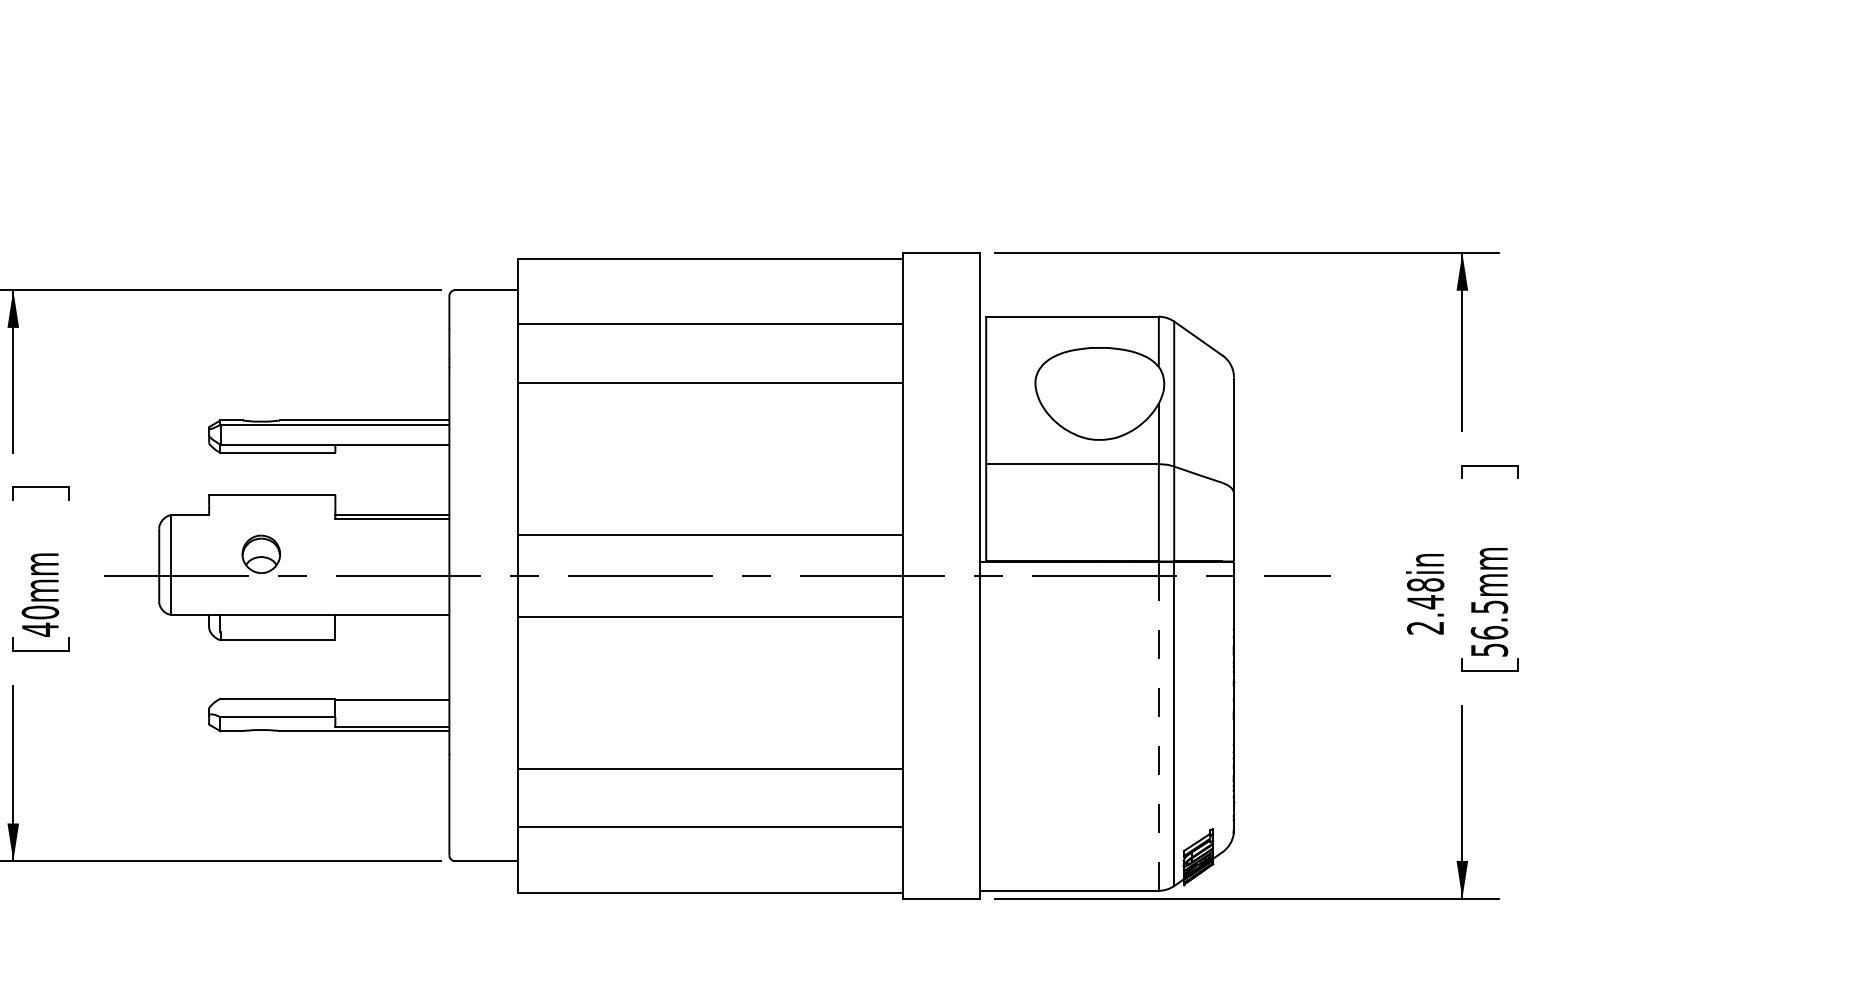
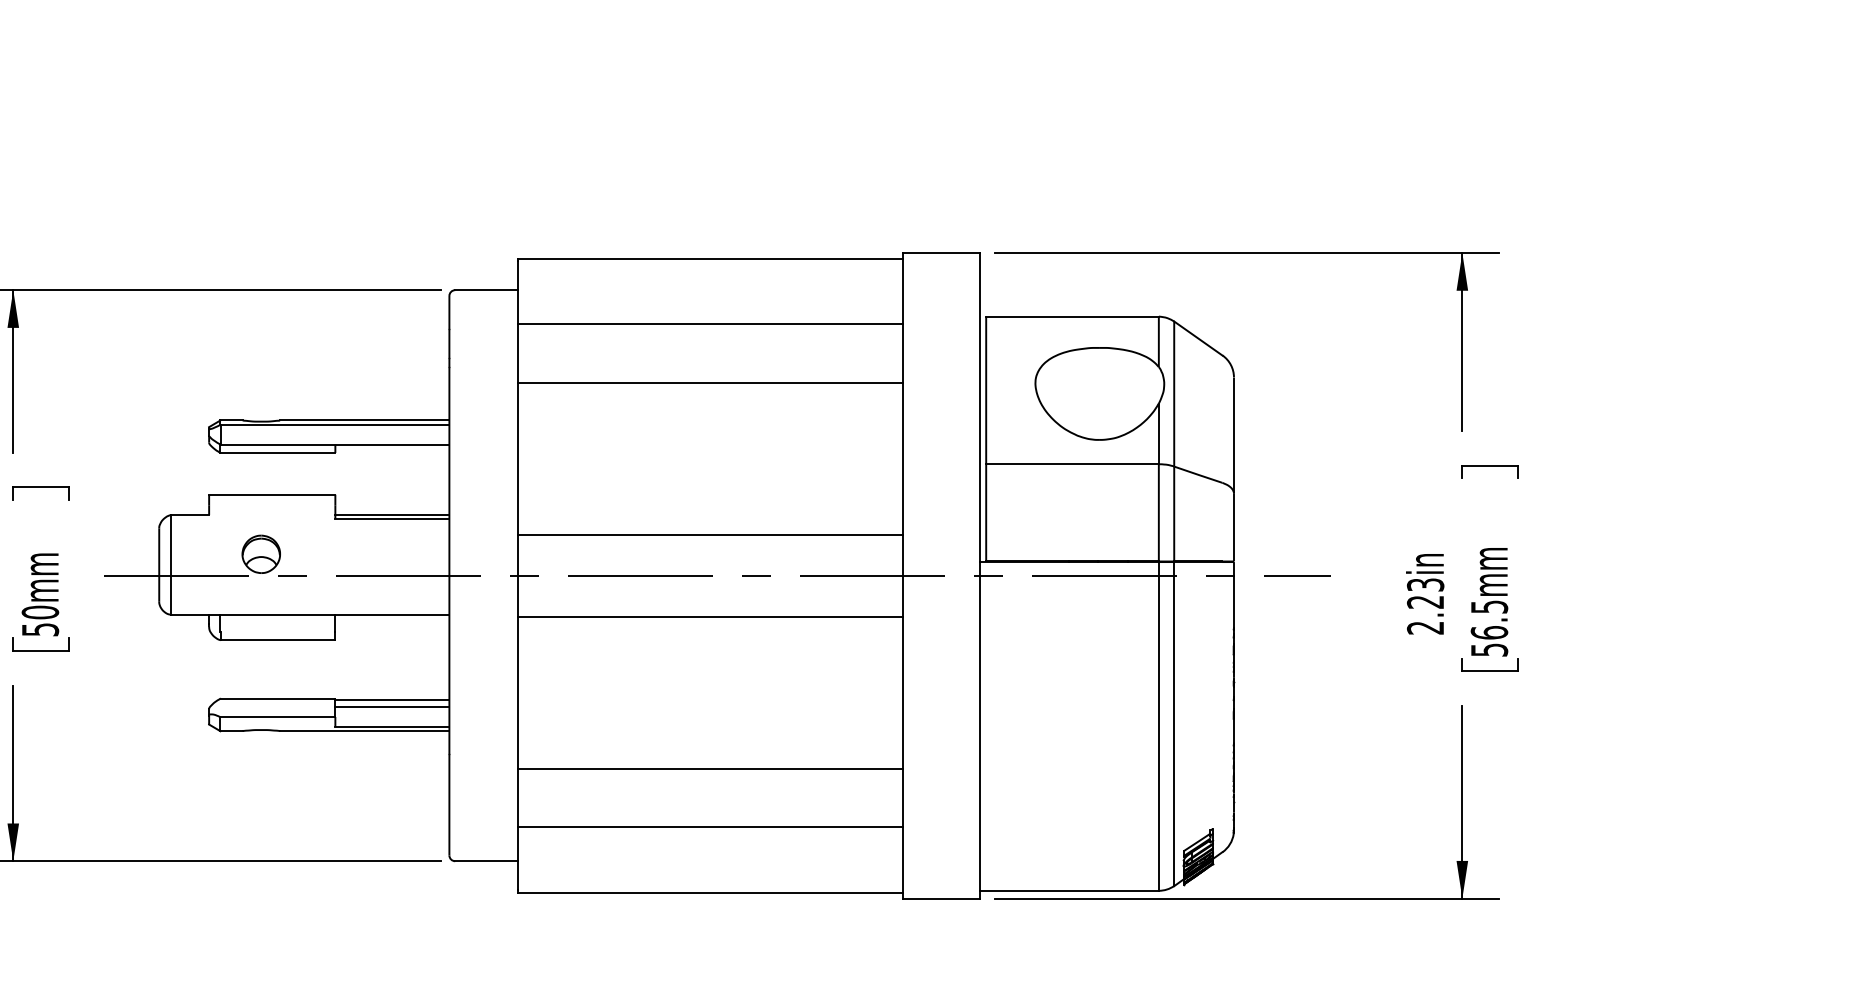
text at (1425, 593): 2.48in -> 2.23in
text at (40, 629): 40mm -> 50mm
line at (391, 707): none -> present
line at (1158, 733): dashed -> solid
